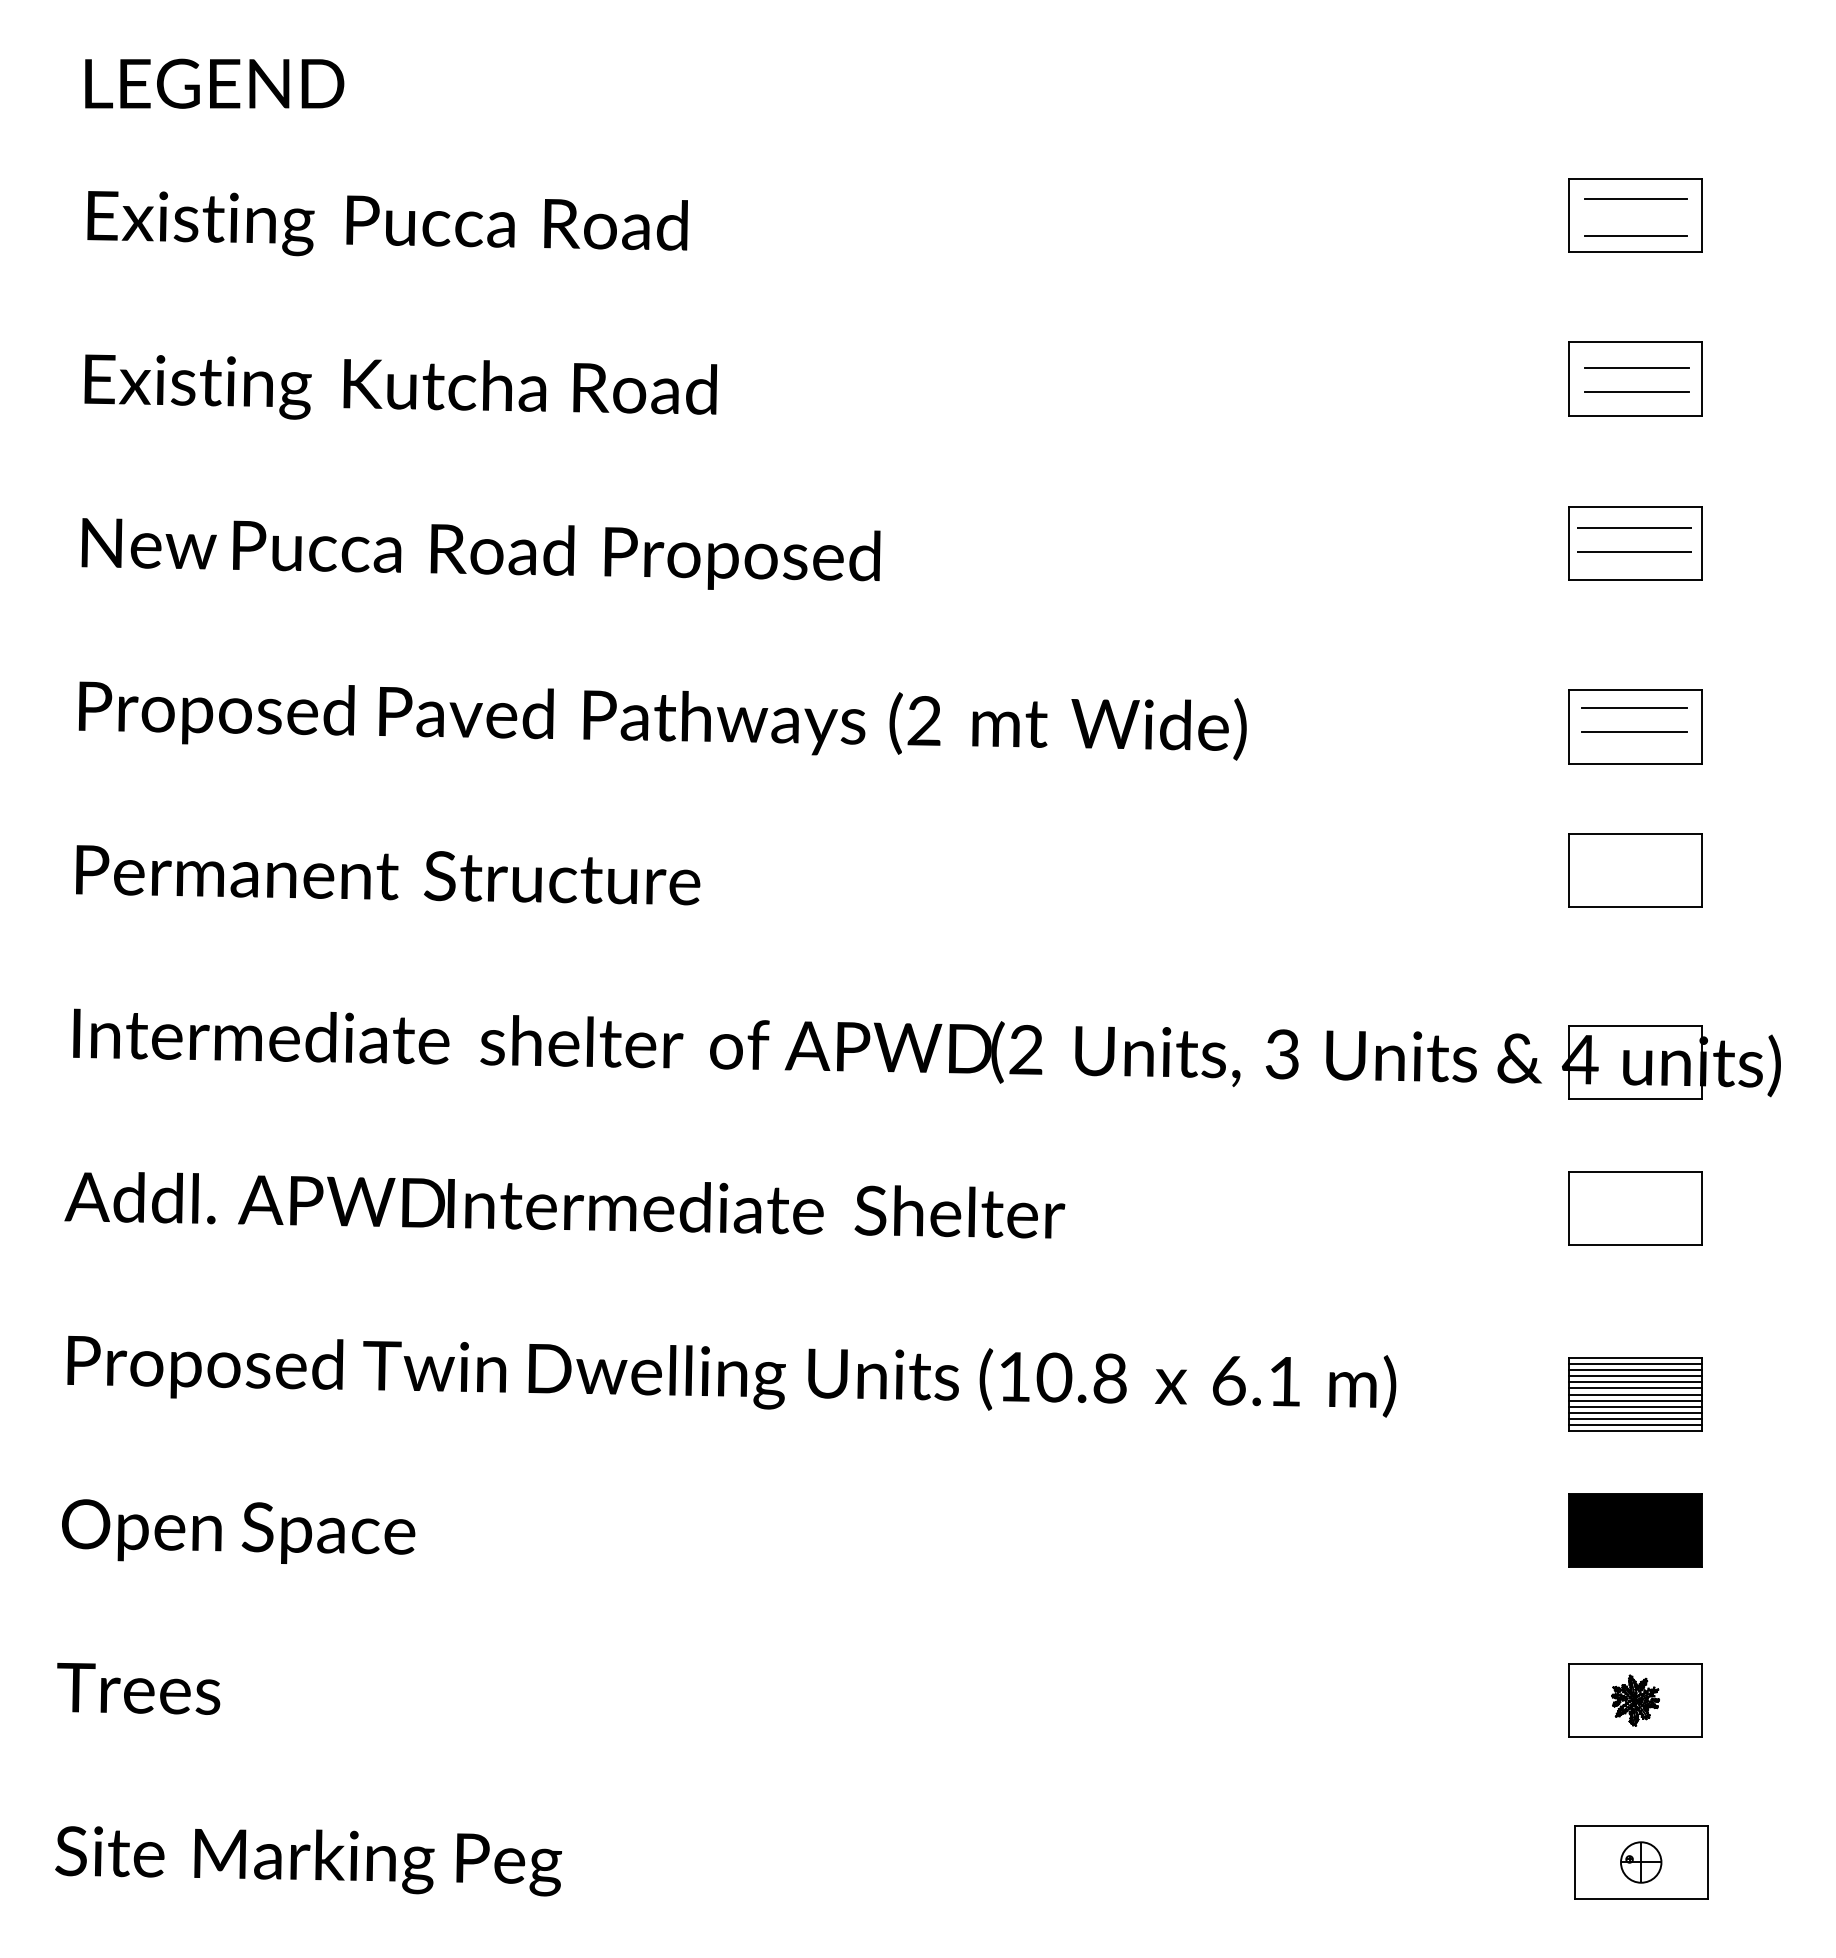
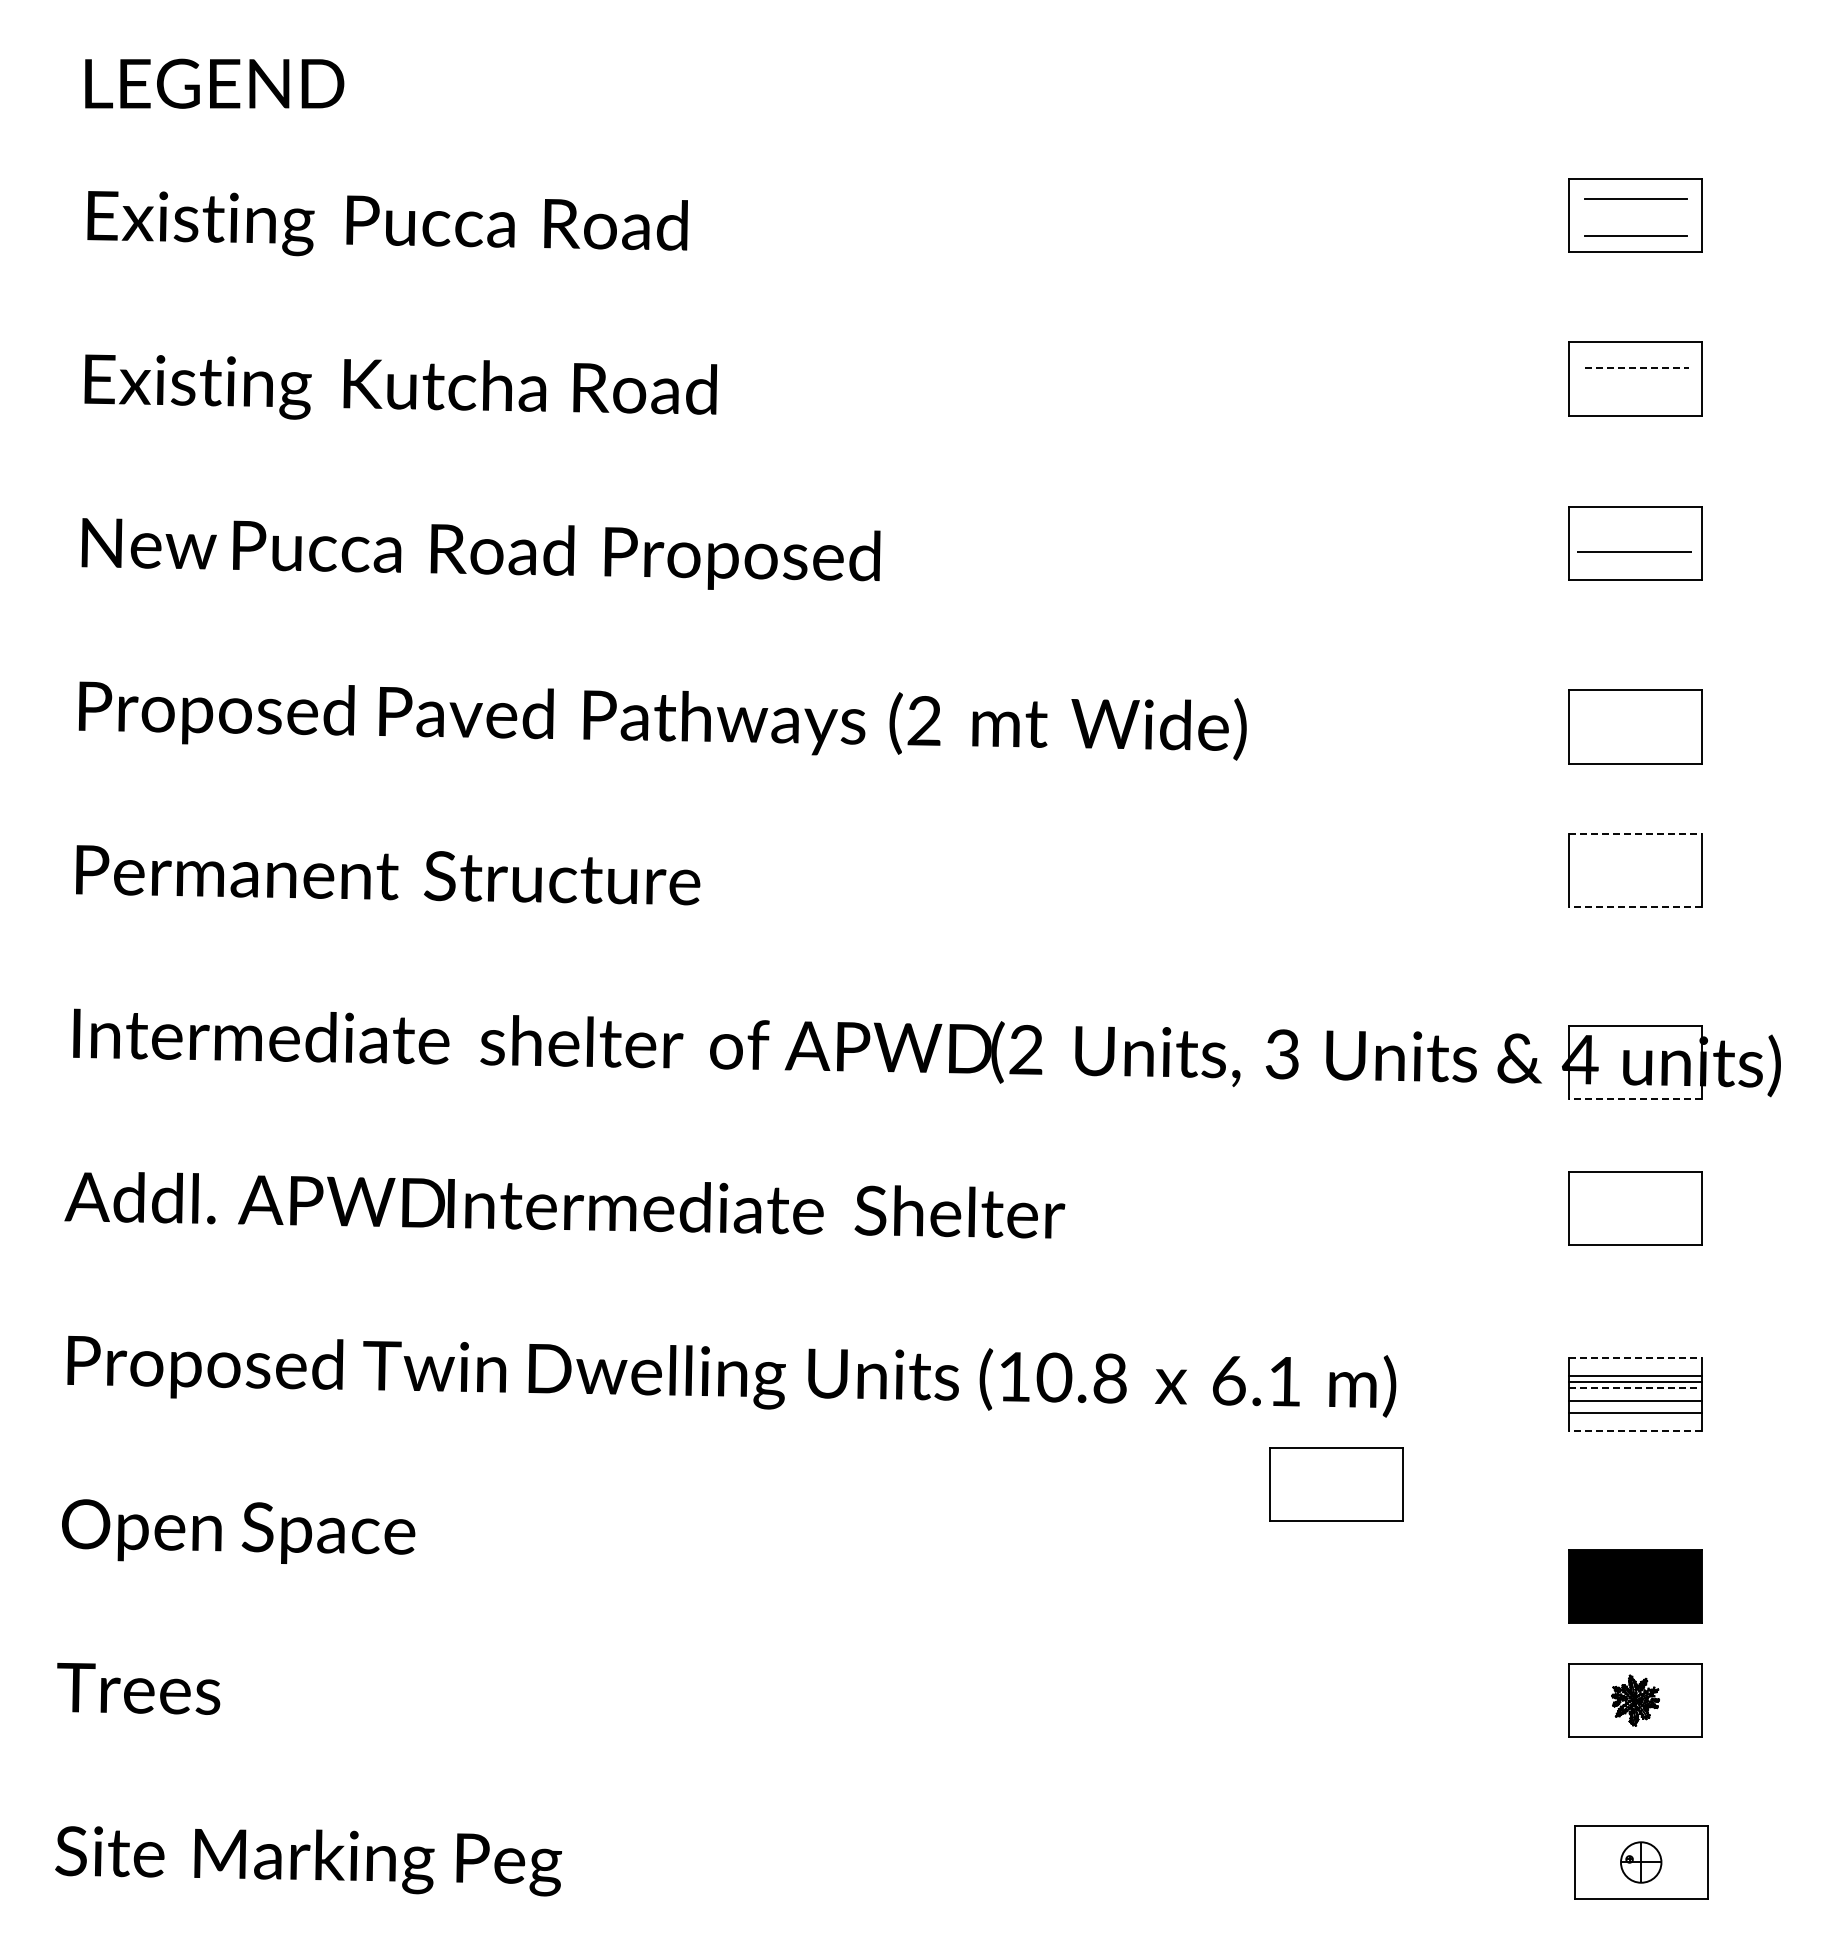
line at (1637, 367): solid -> dashed
line at (1636, 392): present -> none
line at (1634, 527): present -> none
line at (1634, 707): present -> none
line at (1634, 732): present -> none
line at (1635, 833): solid -> dashed
line at (1634, 907): solid -> dashed
line at (1634, 1099): solid -> dashed
line at (1635, 1357): solid -> dashed
line at (1634, 1363): present -> none
line at (1634, 1370): present -> none
line at (1635, 1388): solid -> dashed
line at (1634, 1394): present -> none
line at (1634, 1406): present -> none
line at (1634, 1419): present -> none
line at (1634, 1425): present -> none
line at (1634, 1431): solid -> dashed
part at (1336, 1484): none -> present
part at (1635, 1530) position: (1635, 1530) -> (1635, 1586)
